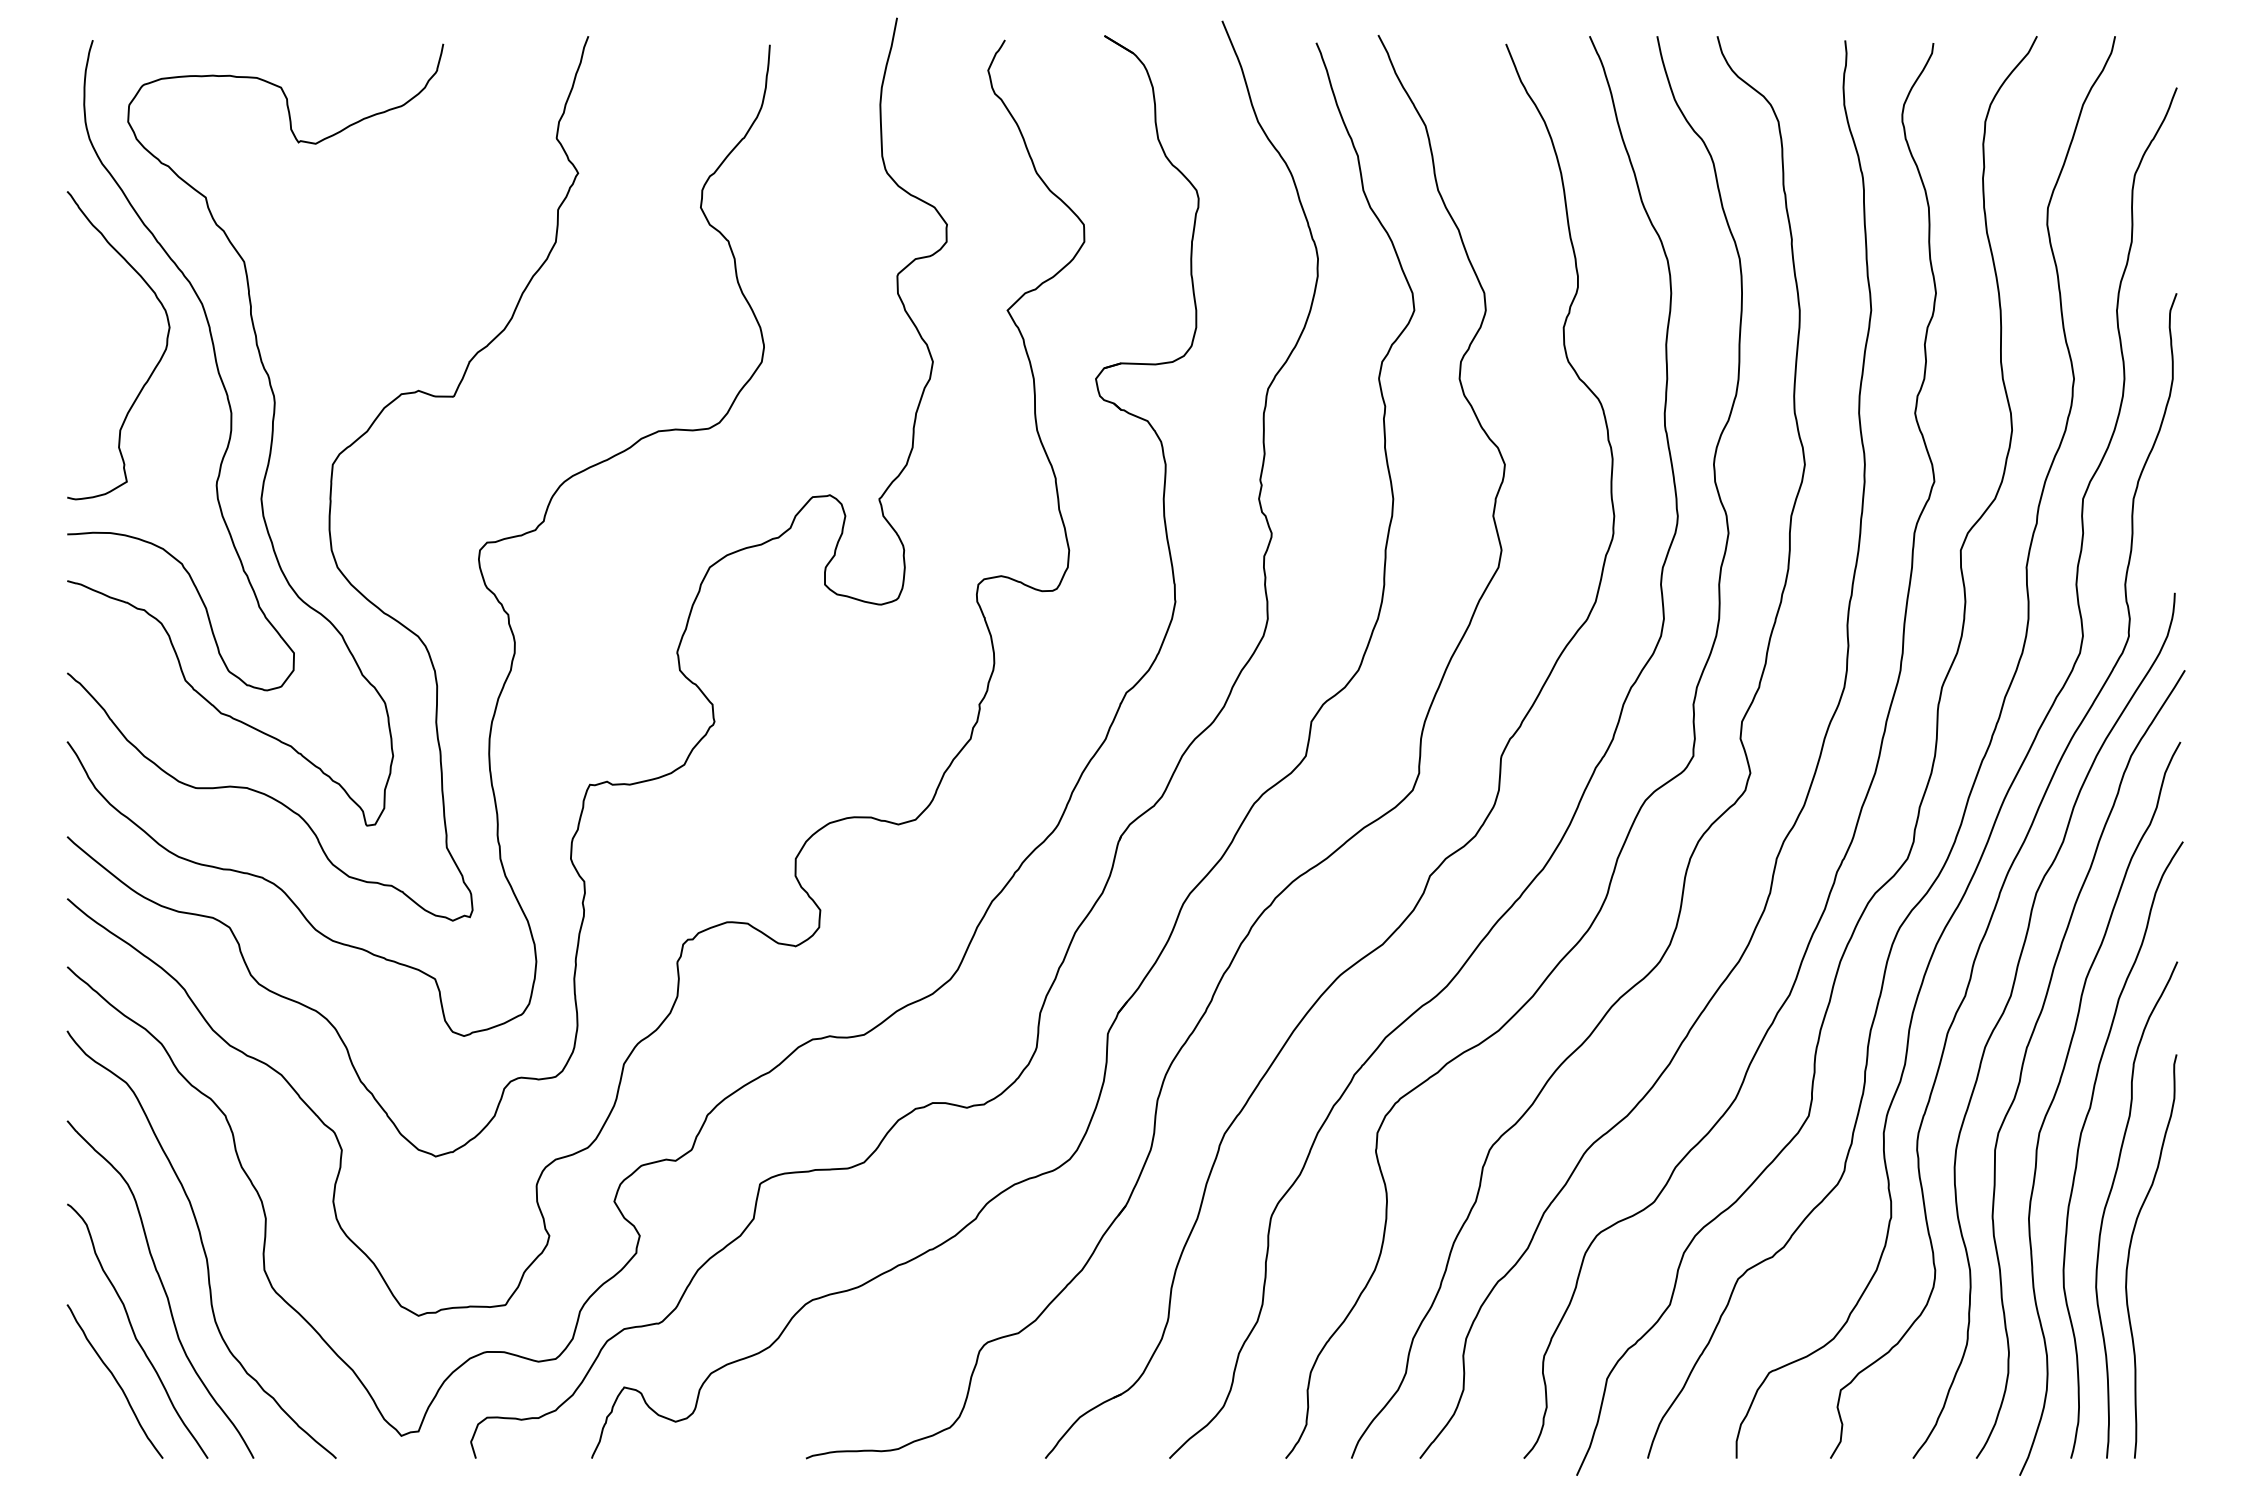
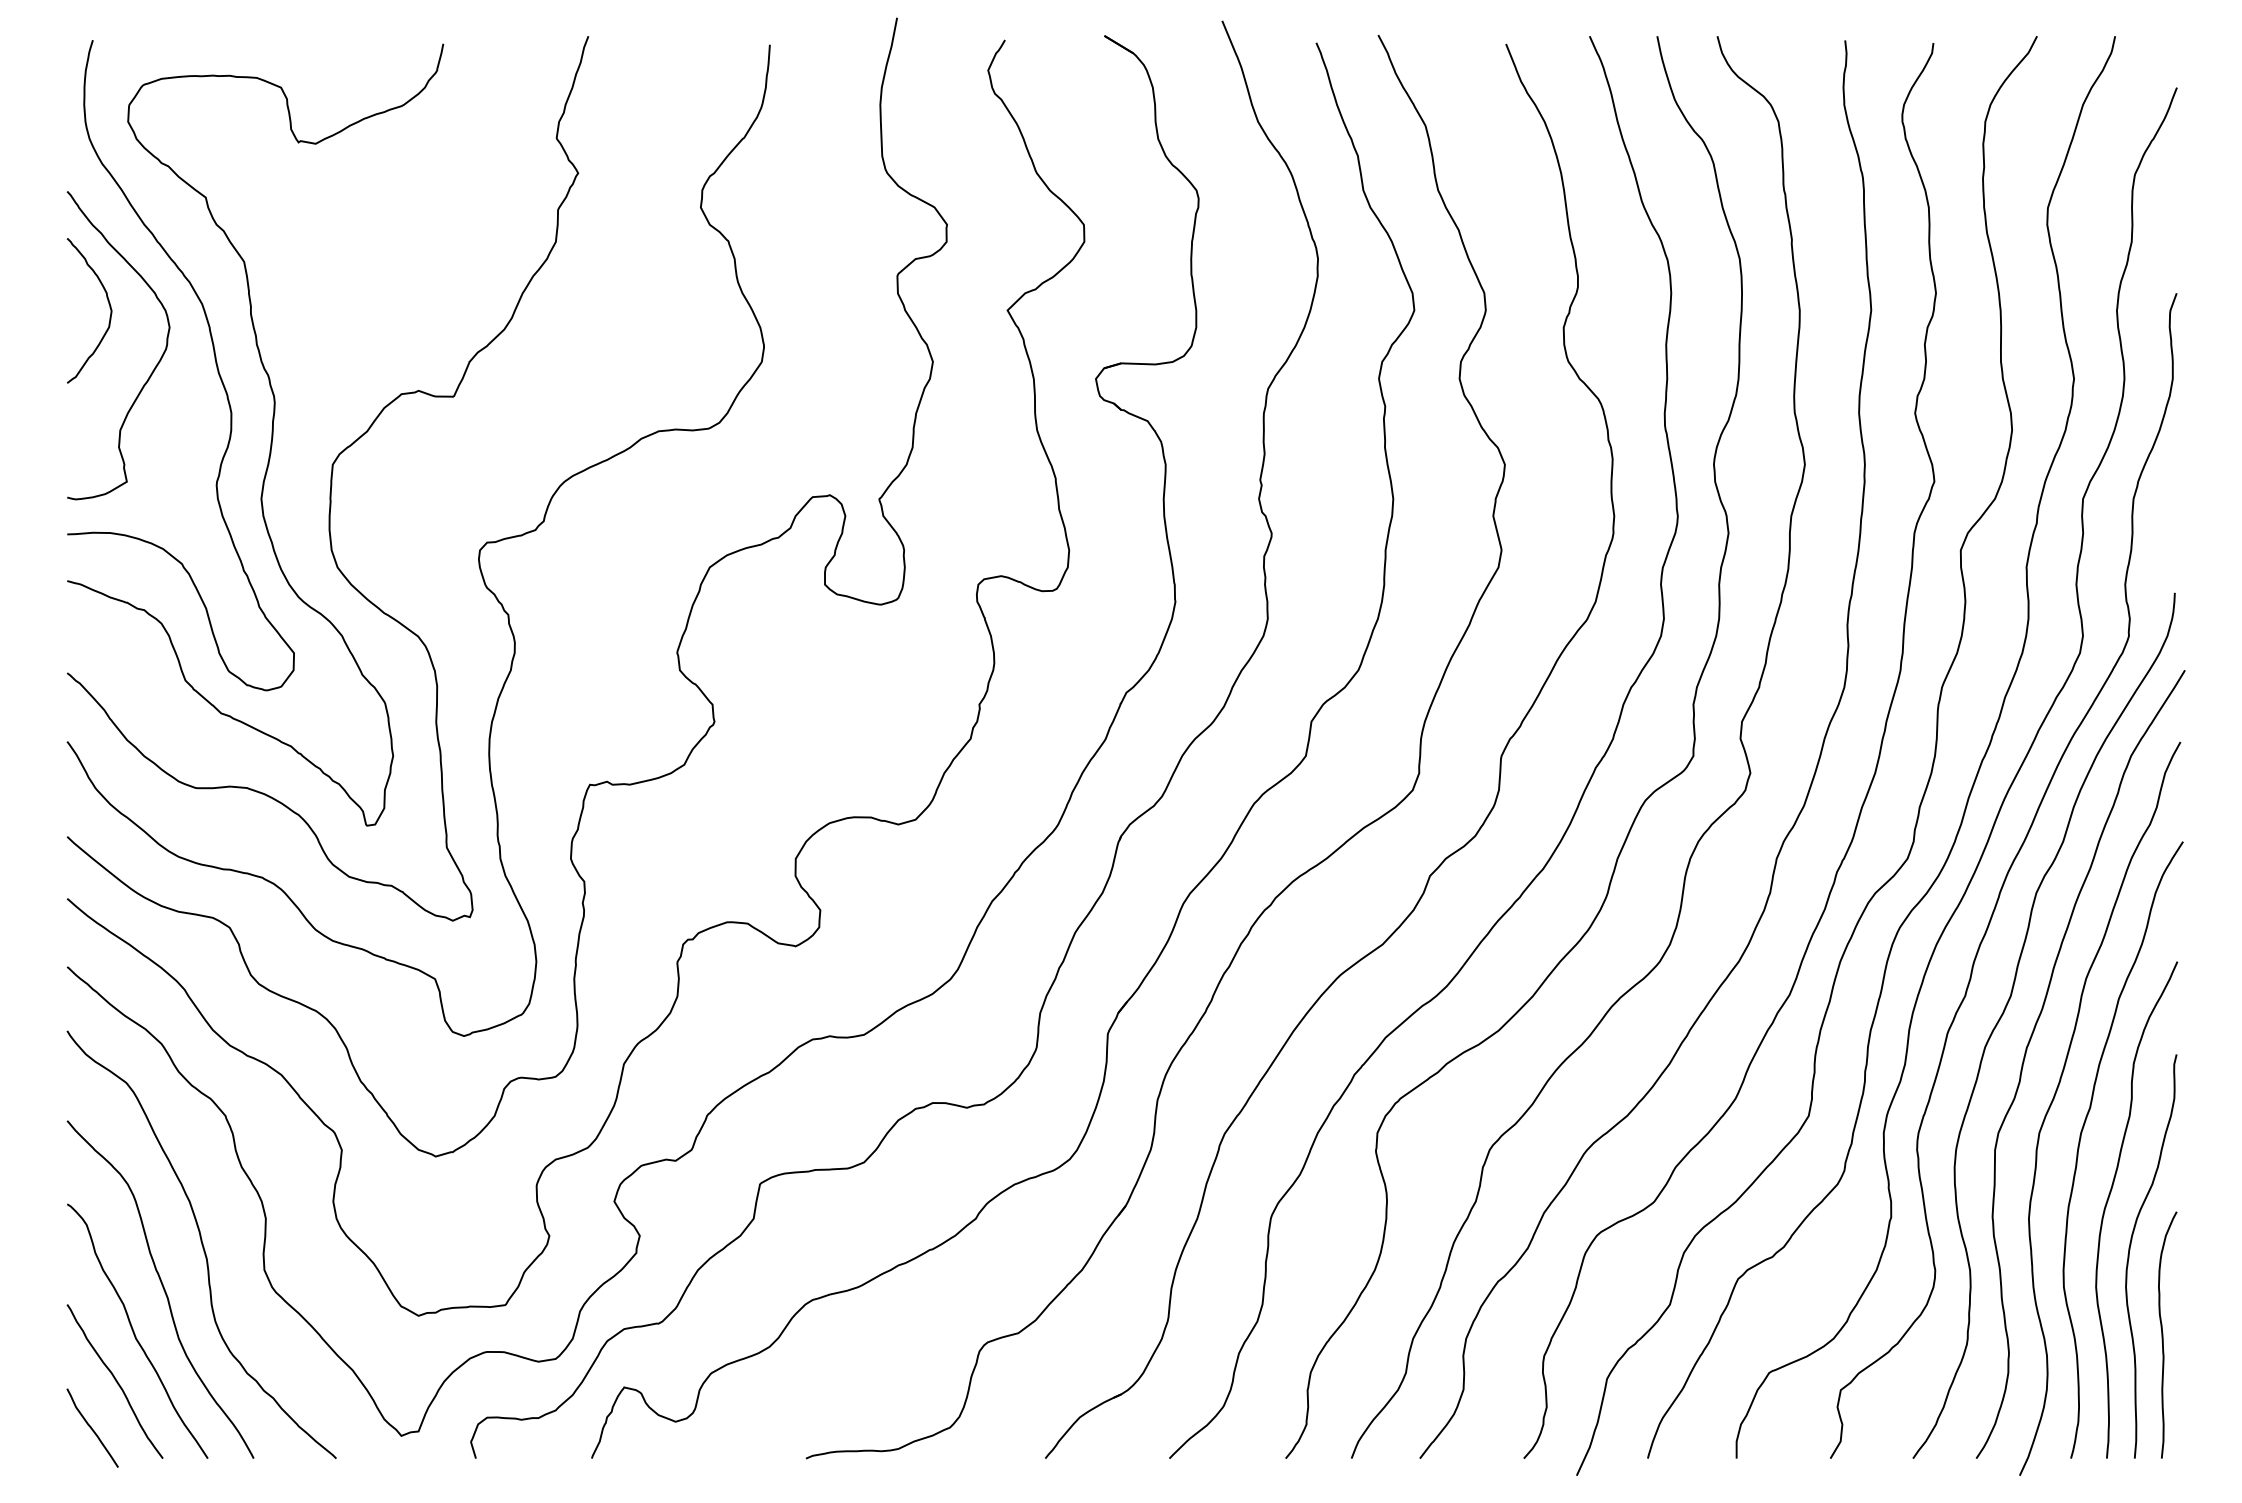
curve at (108, 304): none -> present
curve at (2163, 1334): none -> present
curve at (91, 1427): none -> present
